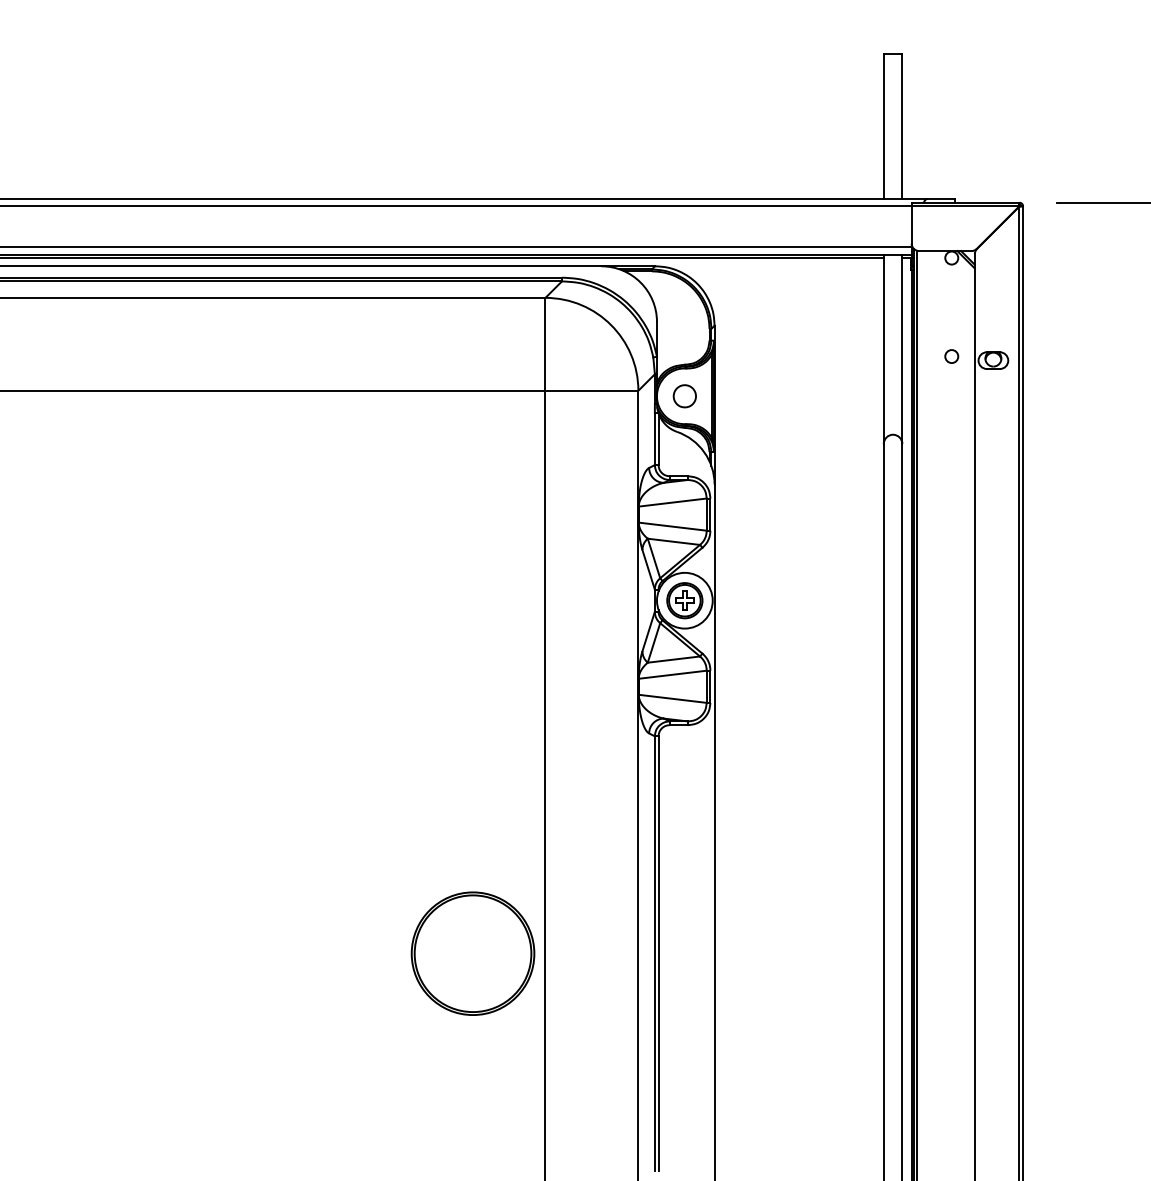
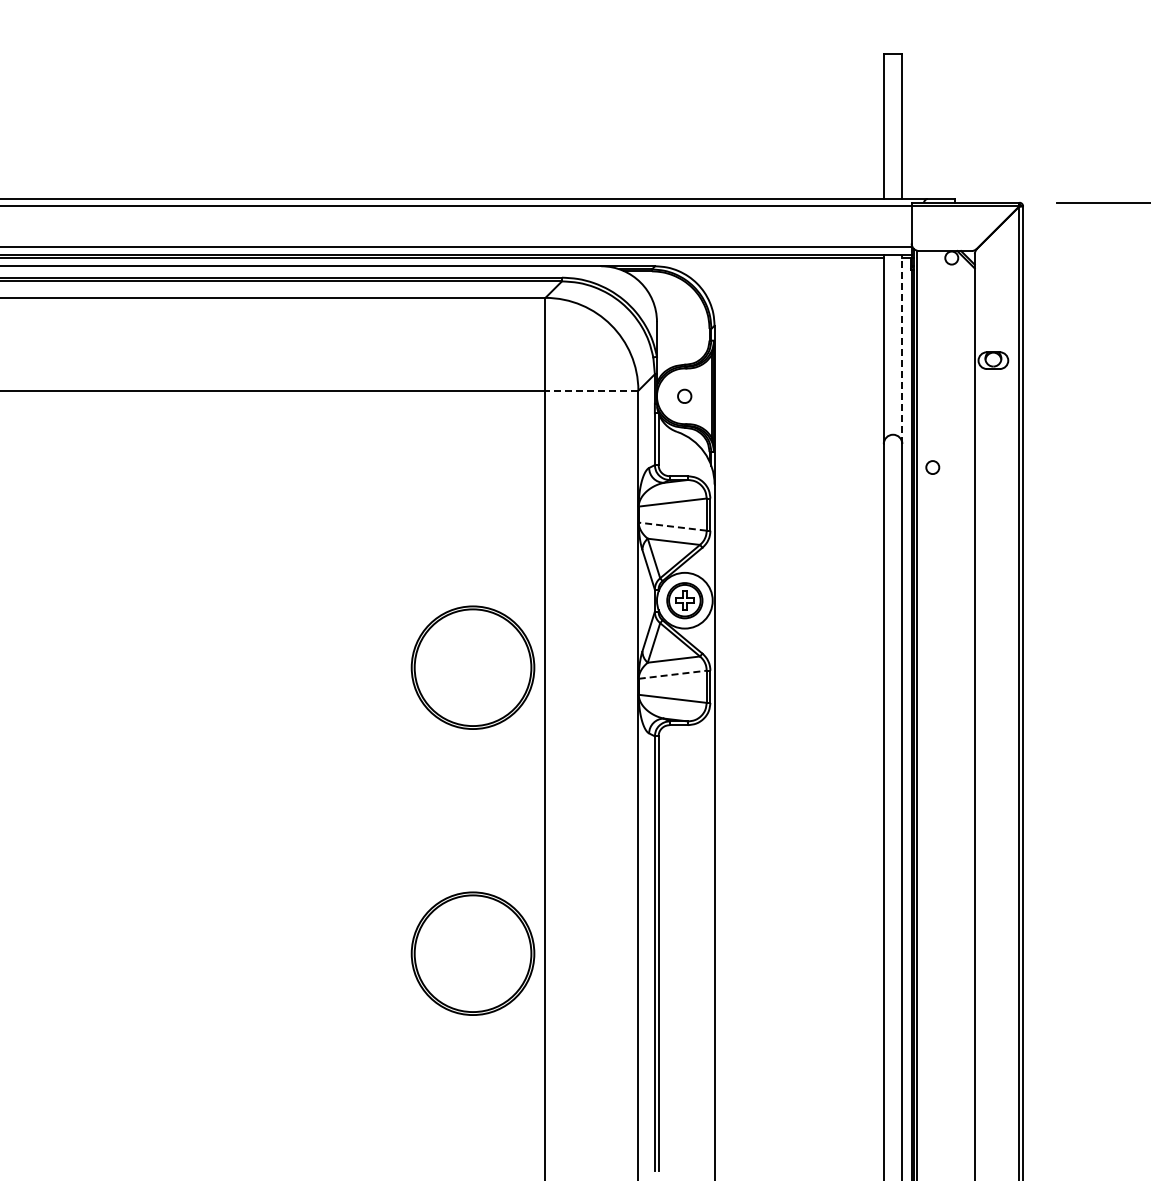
line at (902, 349): solid -> dashed
circle at (951, 356) position: (951, 356) -> (932, 467)
line at (591, 390): solid -> dashed
part at (684, 396) size: 25x25 px -> 16x16 px
line at (672, 526): solid -> dashed
part at (472, 667): none -> present
line at (673, 674): solid -> dashed
